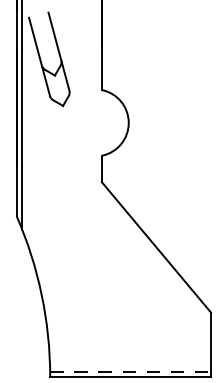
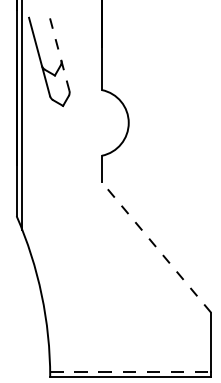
line at (58, 51): solid -> dashed
line at (156, 247): solid -> dashed
